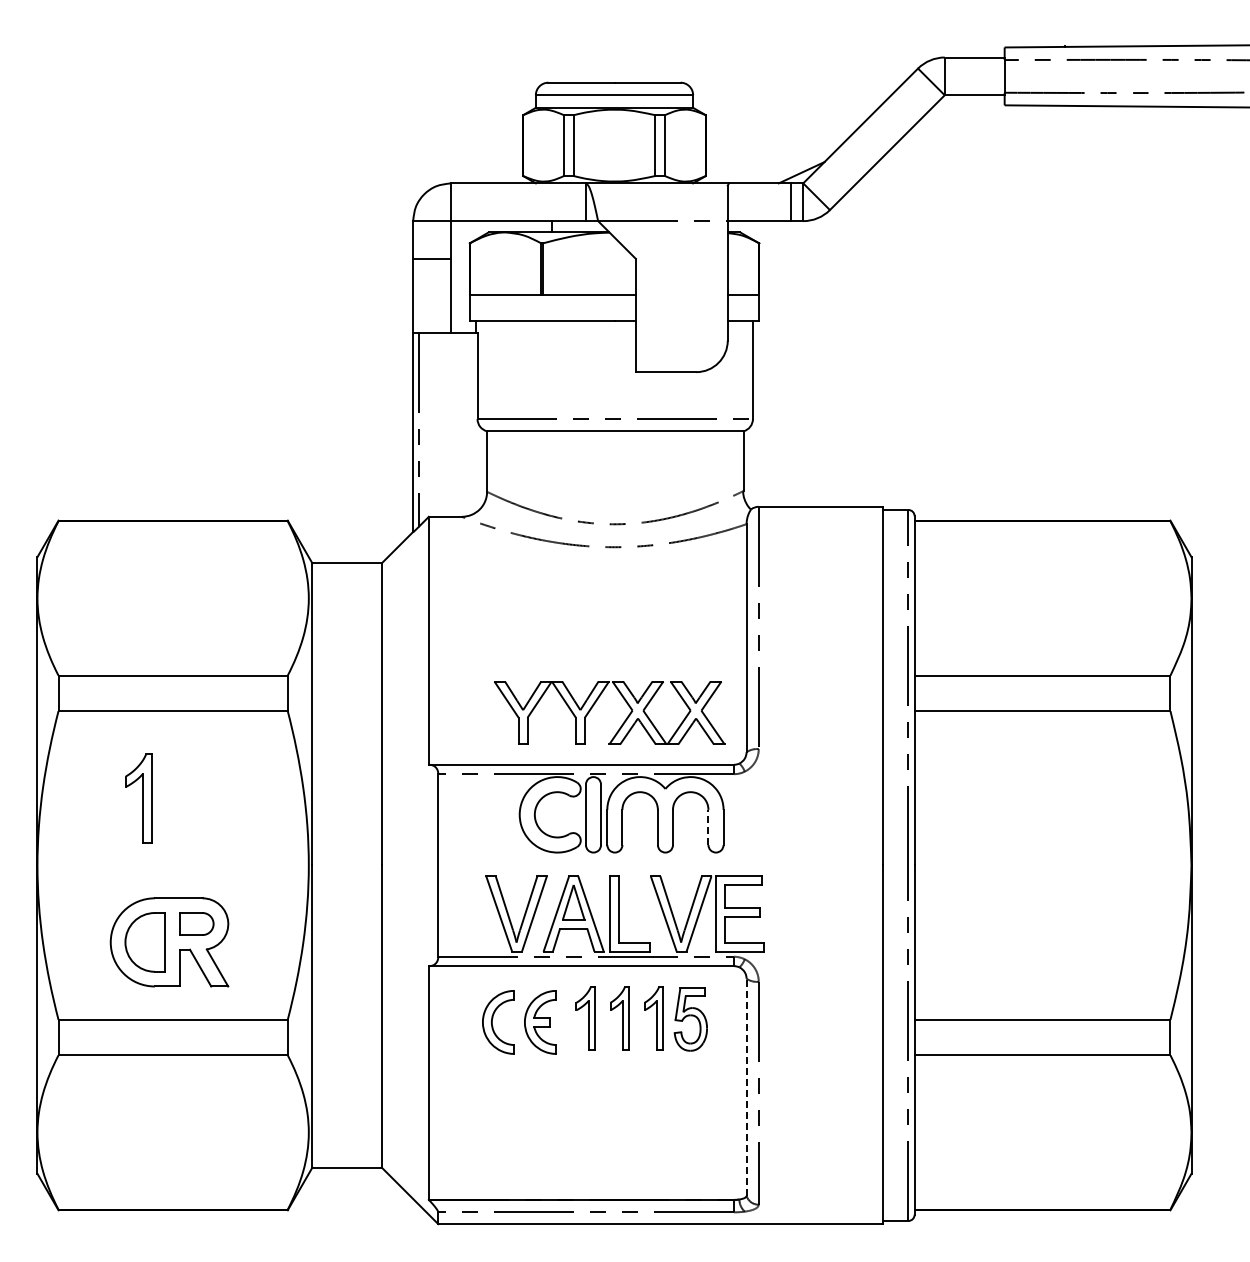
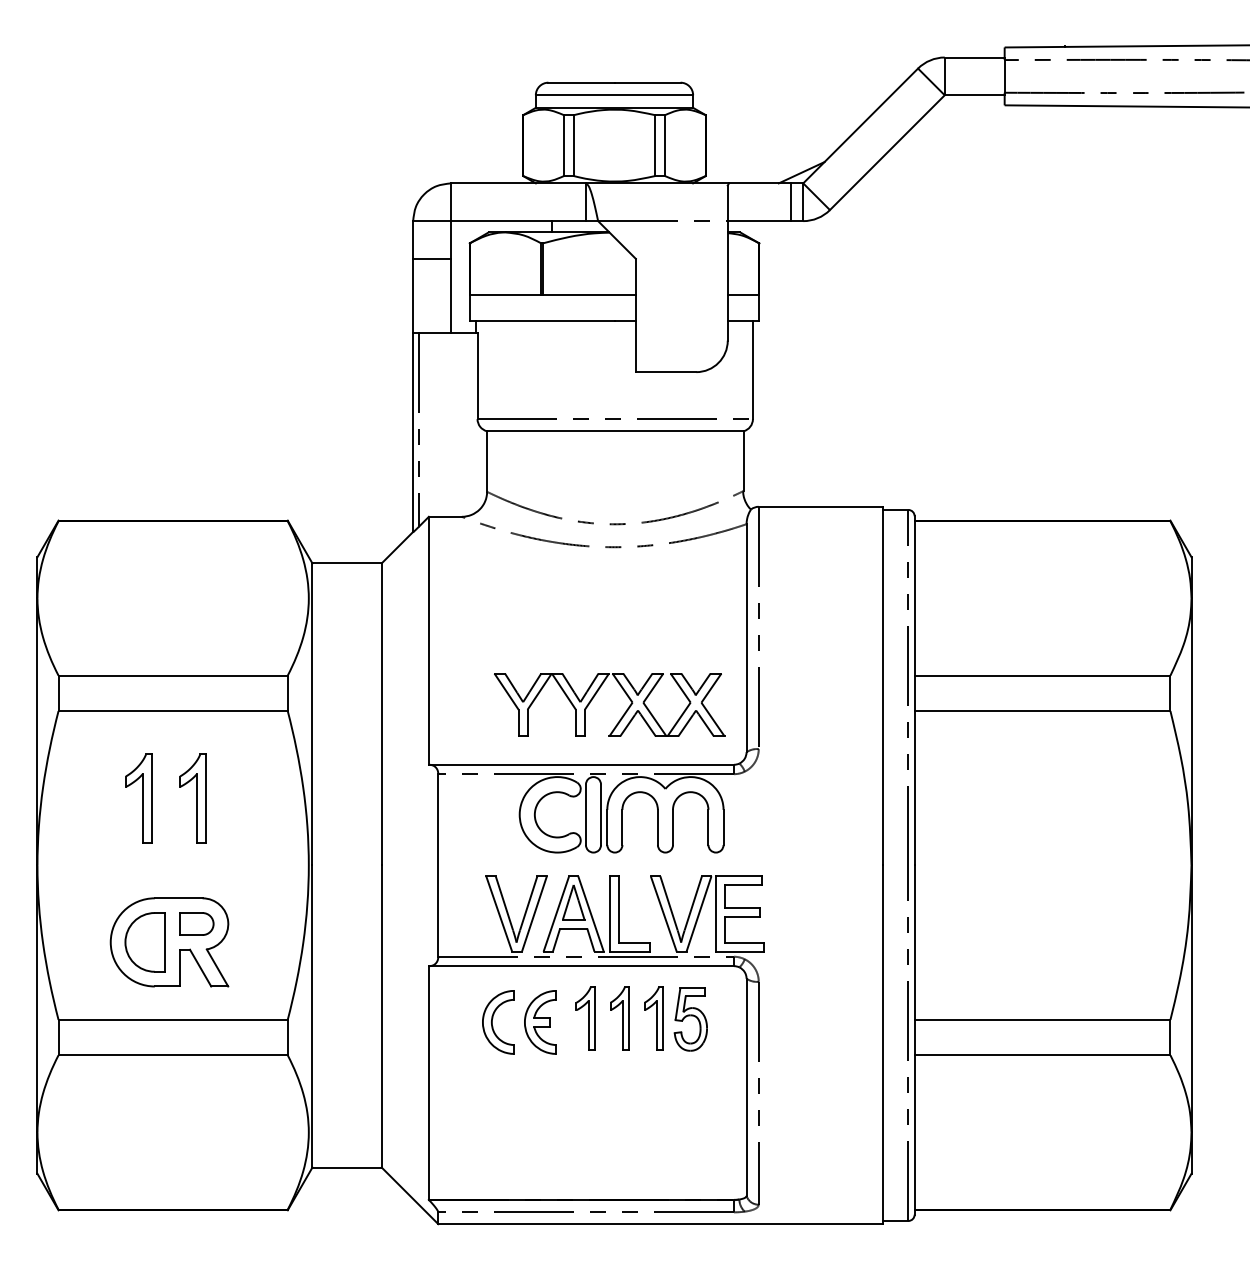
part at (596, 702) position: (596, 702) -> (596, 694)
part at (192, 798): none -> present
line at (708, 827): dashed -> solid
line at (746, 1087): dashed -> solid
